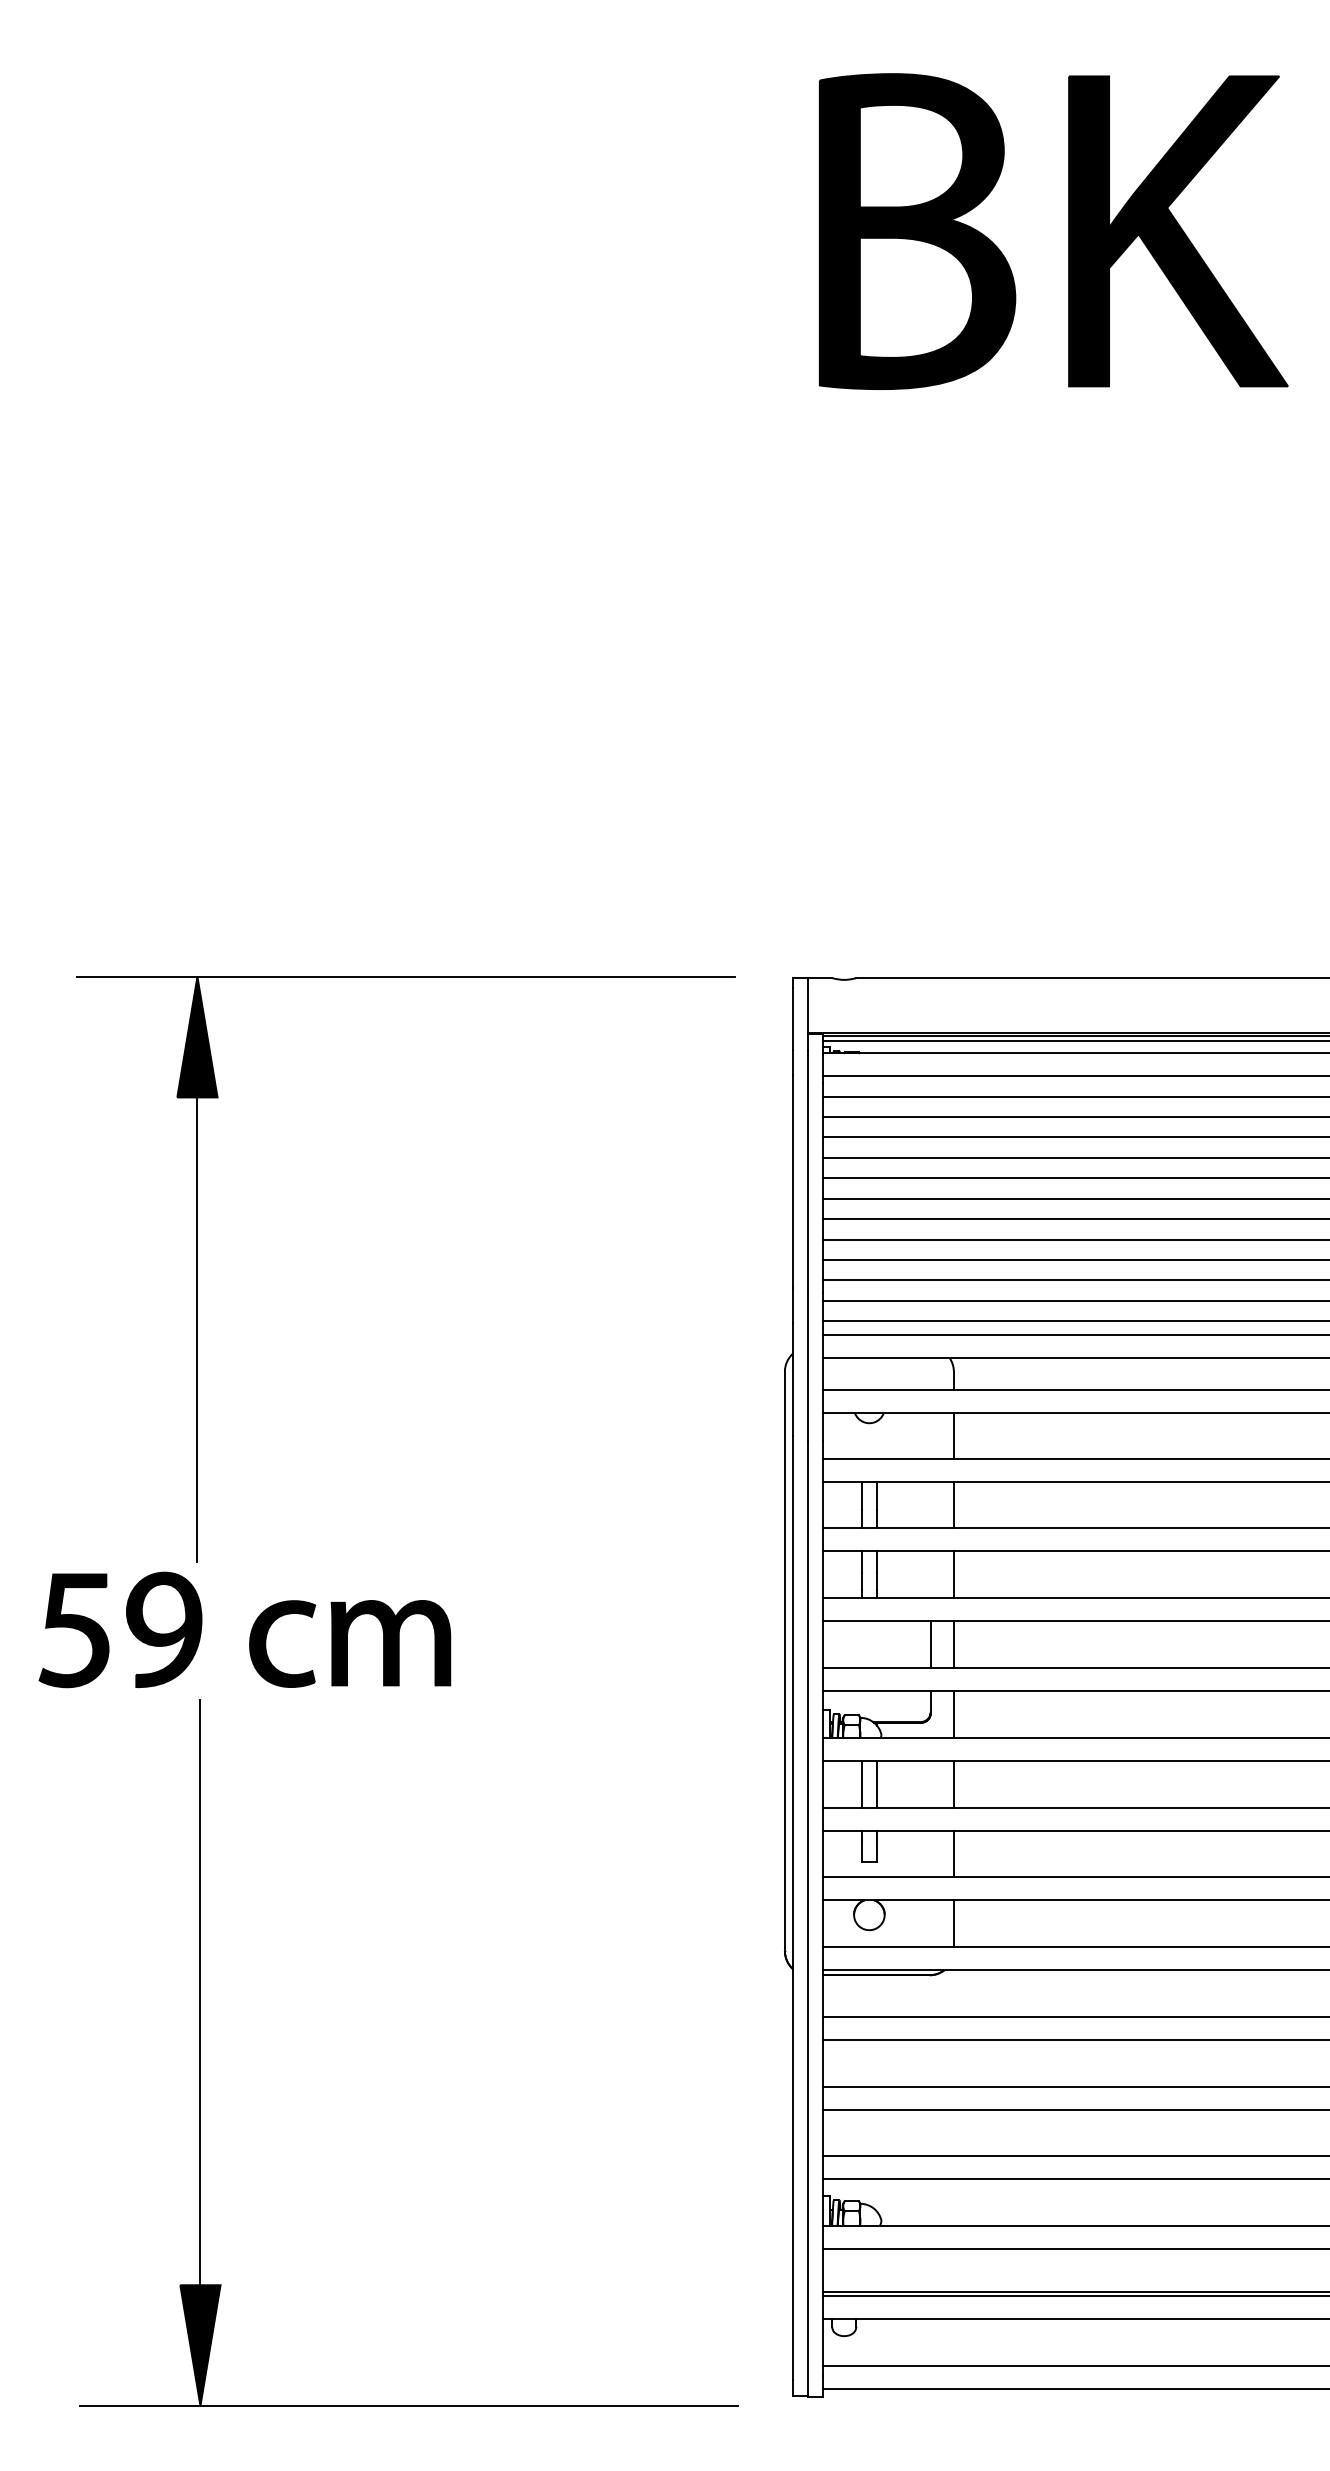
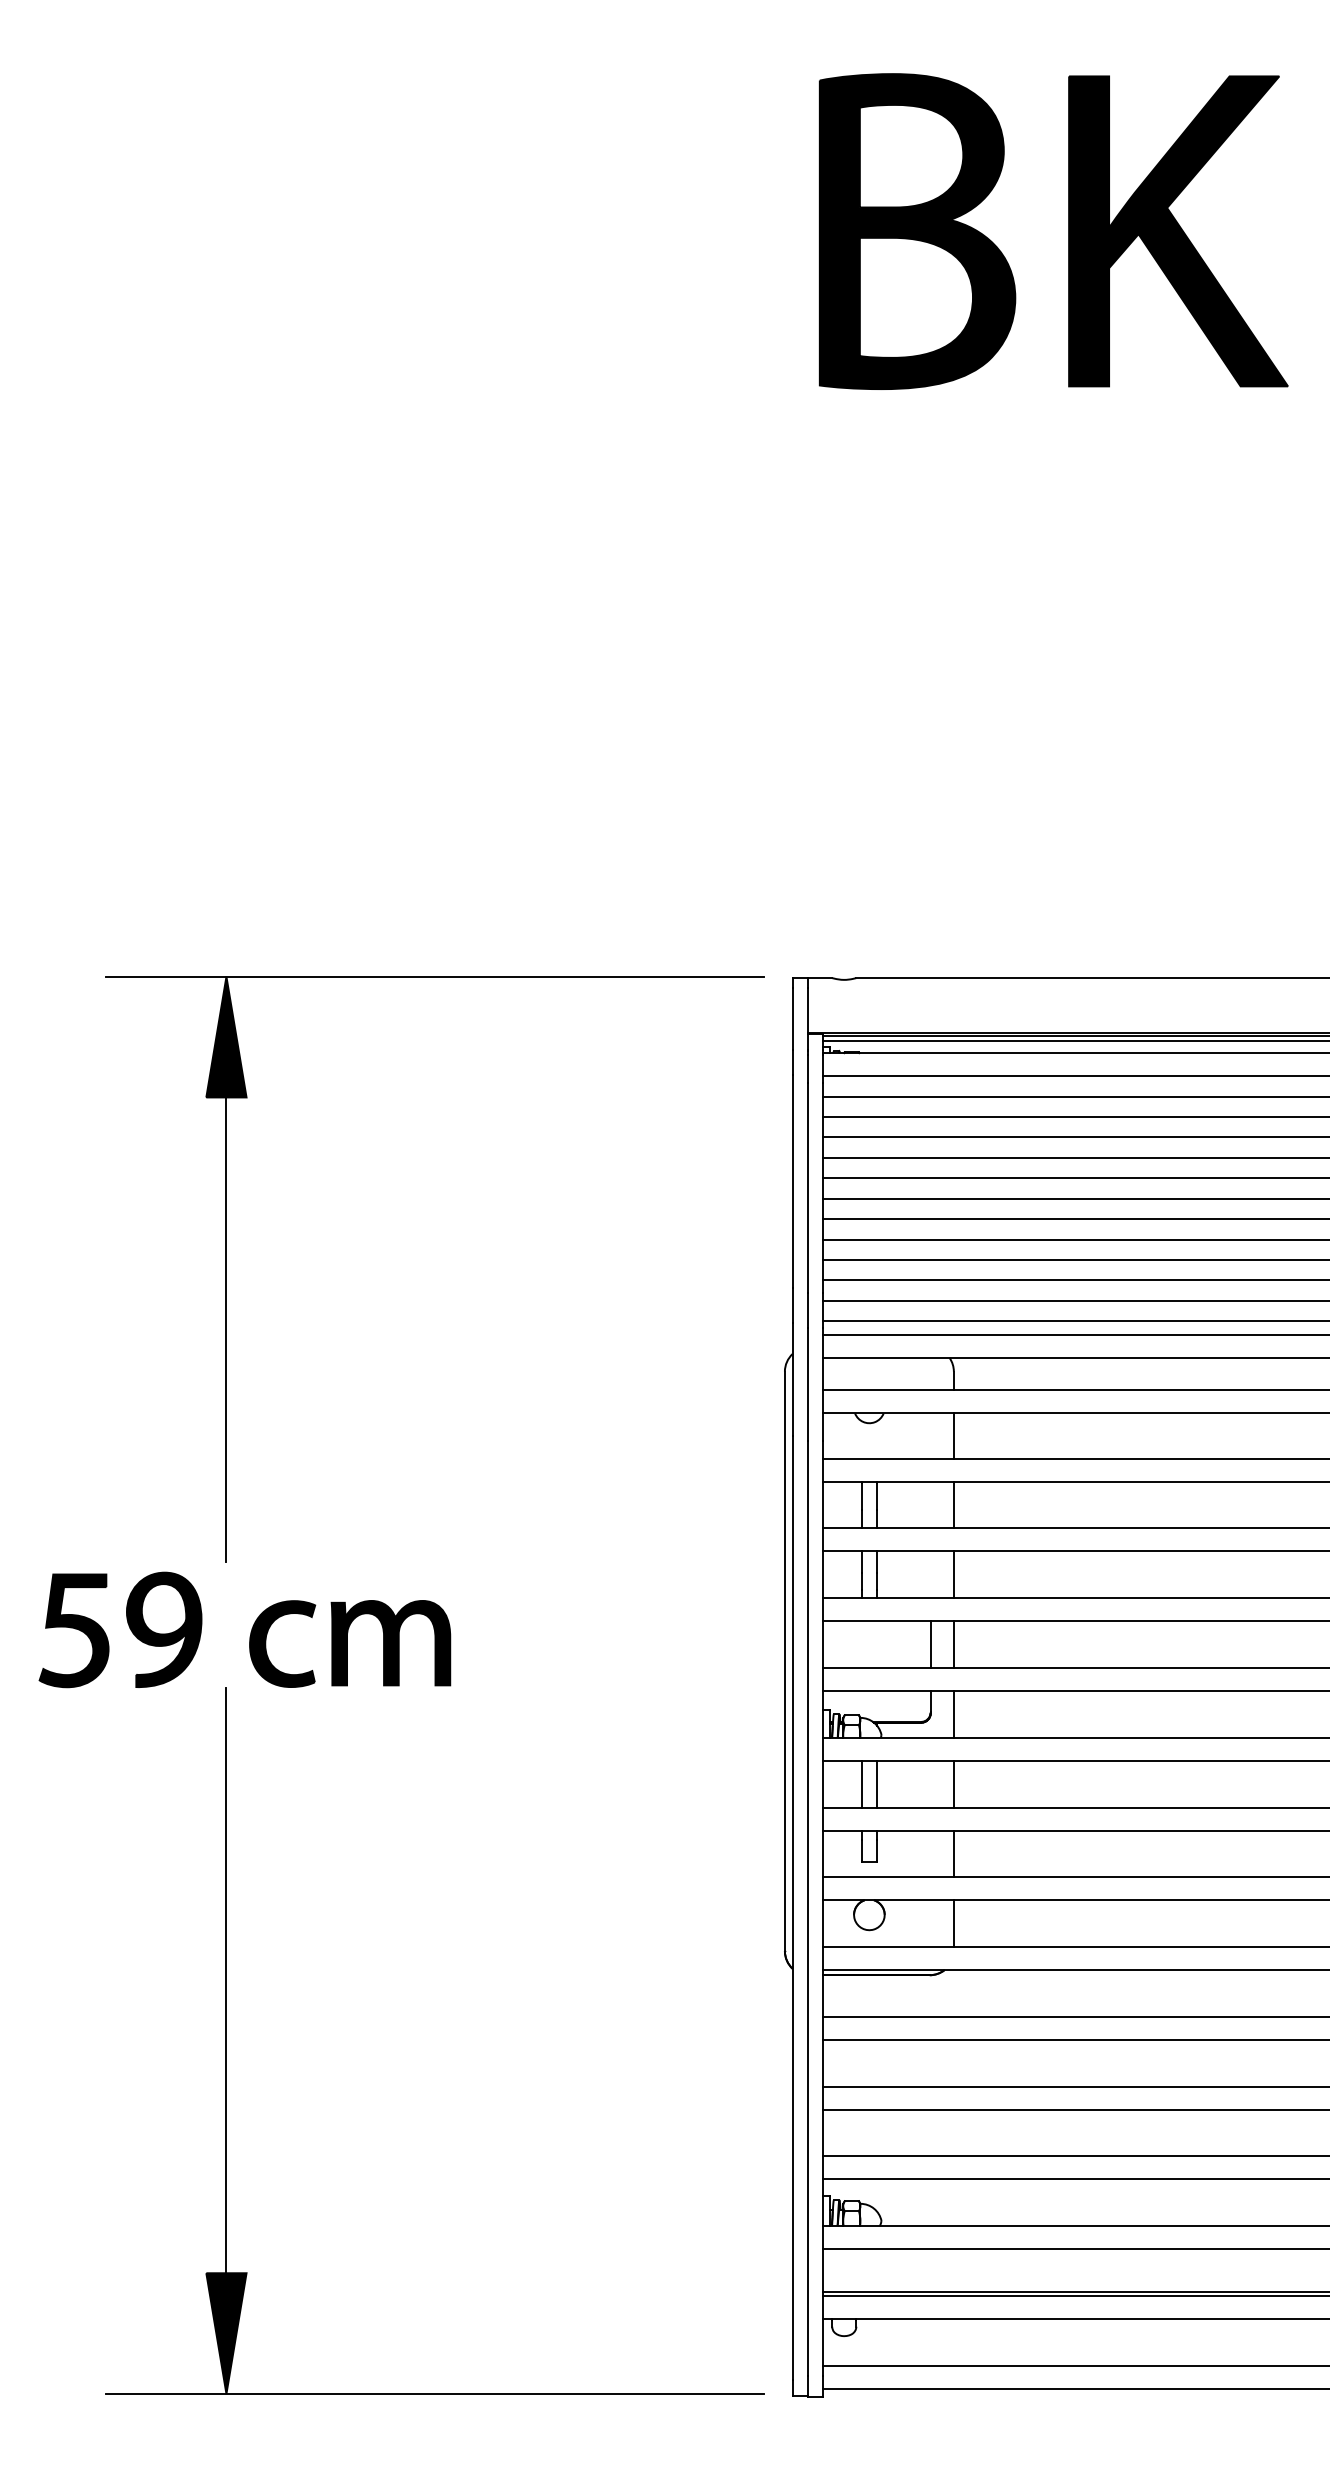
part at (197, 1269) position: (197, 1269) -> (226, 1269)
part at (200, 2052) position: (200, 2052) -> (226, 2040)
